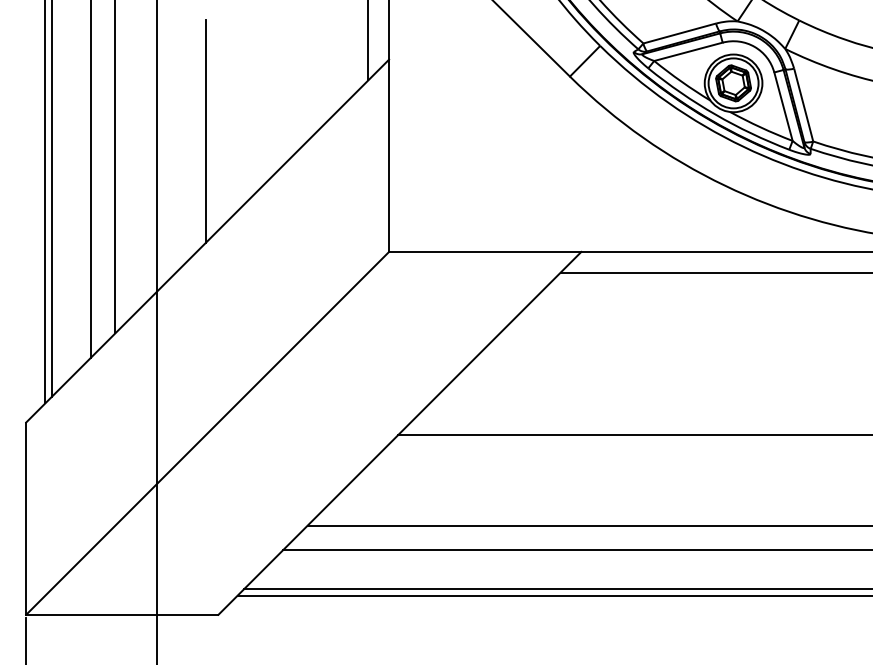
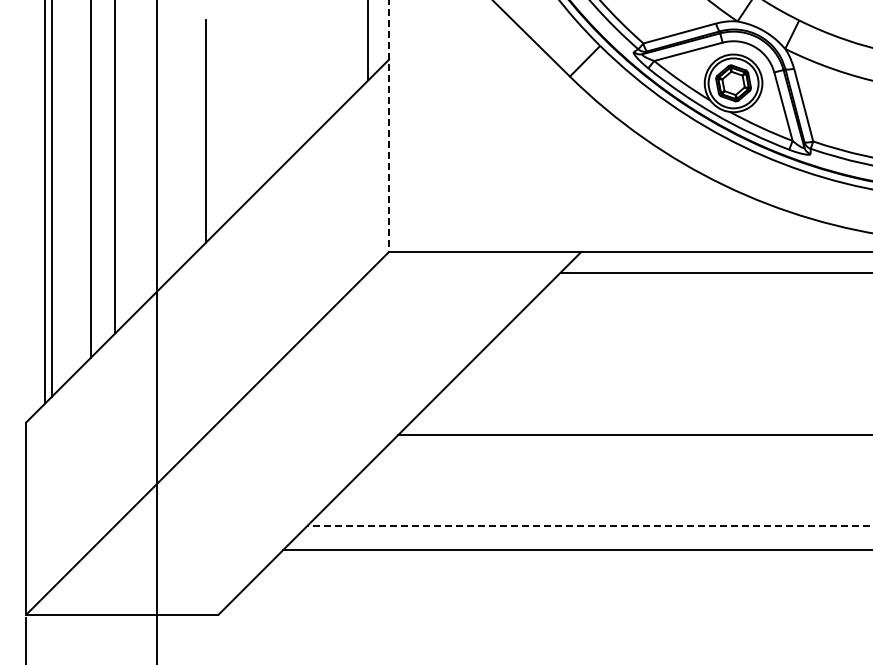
line at (389, 126): solid -> dashed
line at (589, 525): solid -> dashed
line at (556, 589): present -> none
line at (553, 595): present -> none
